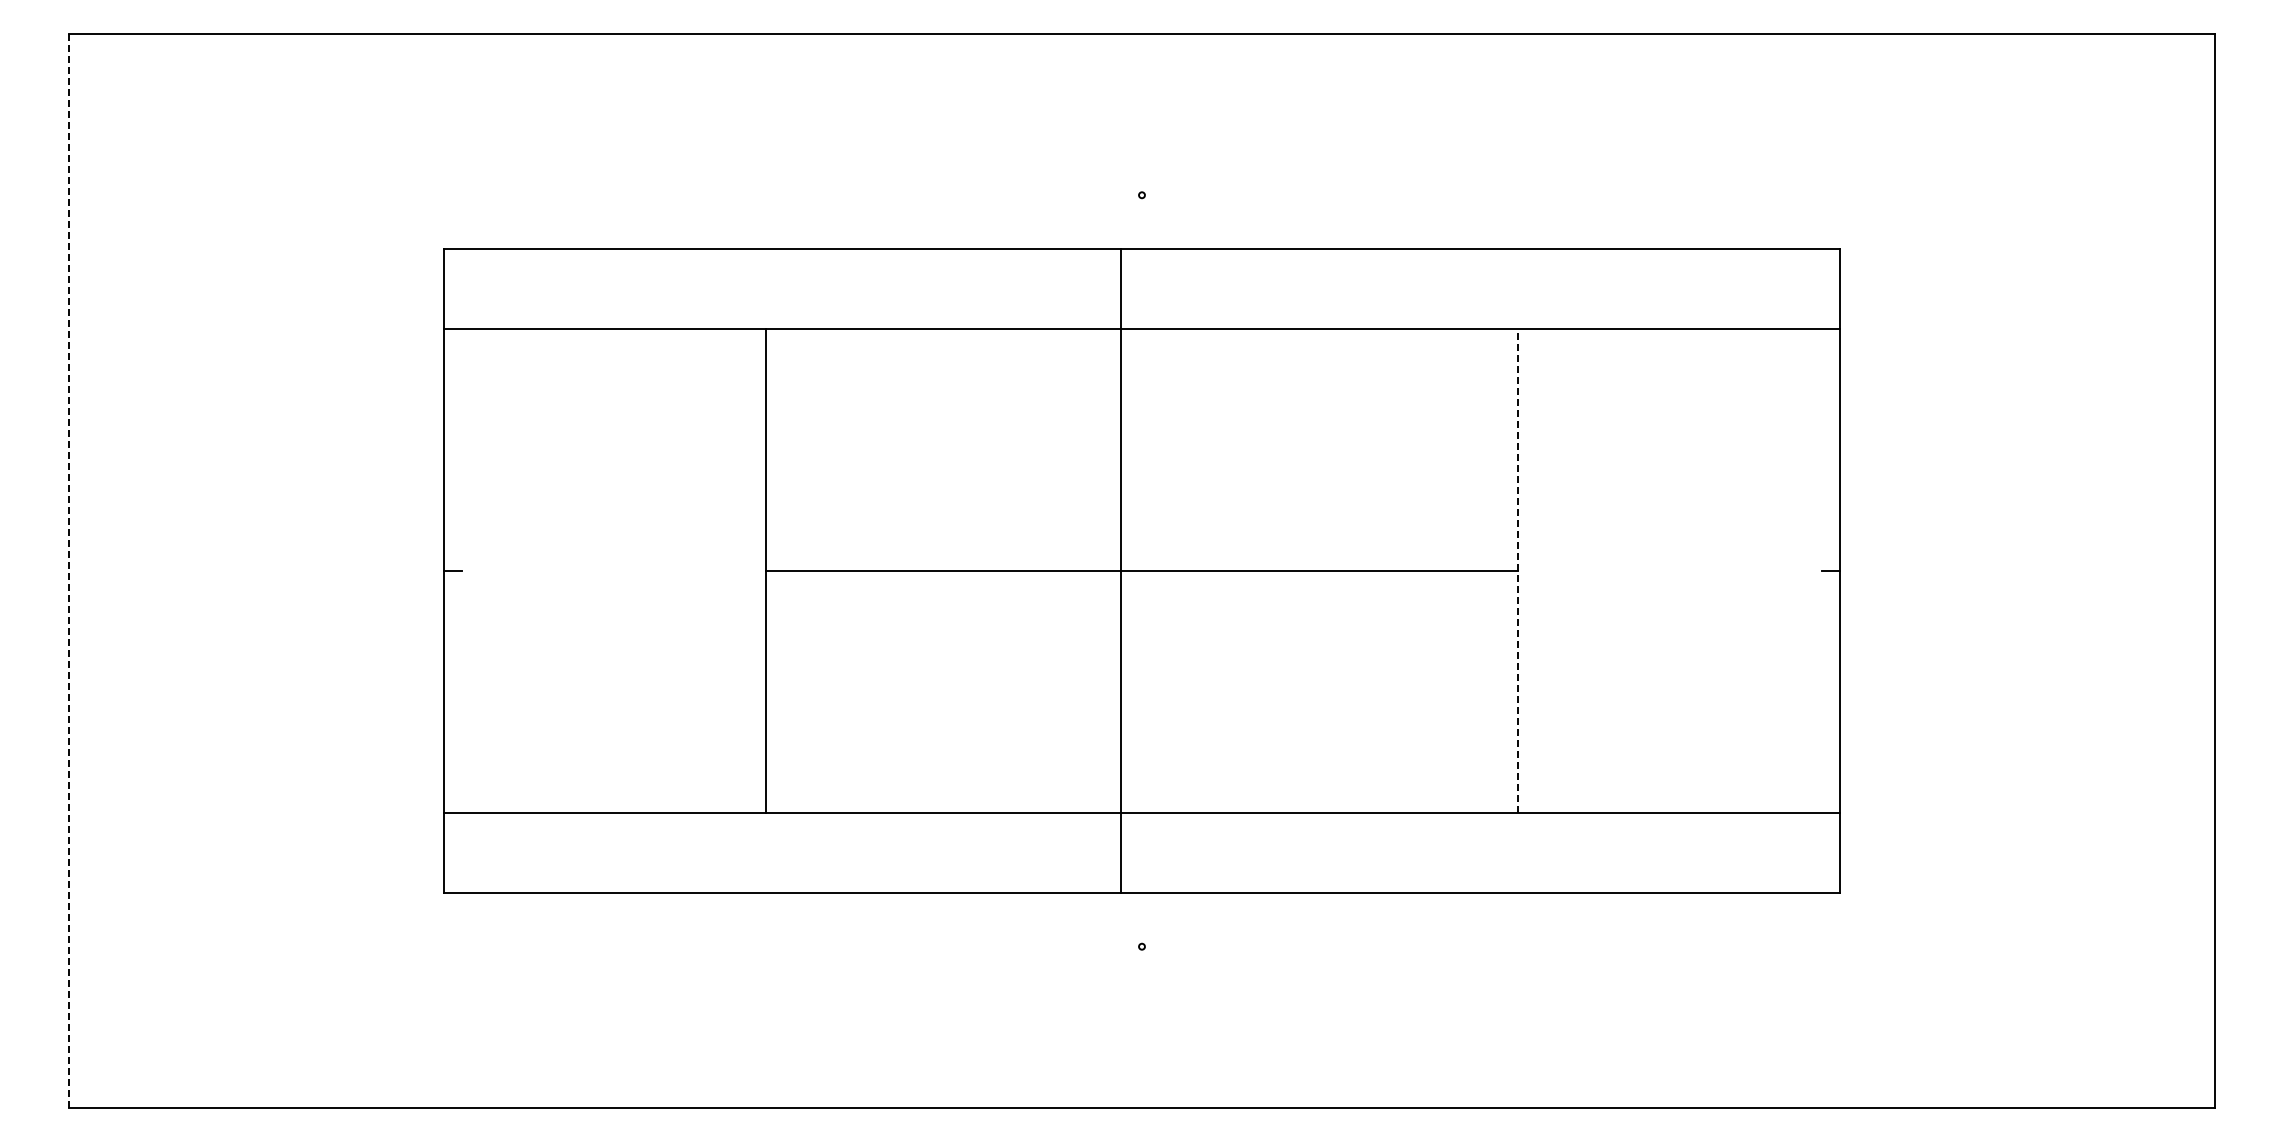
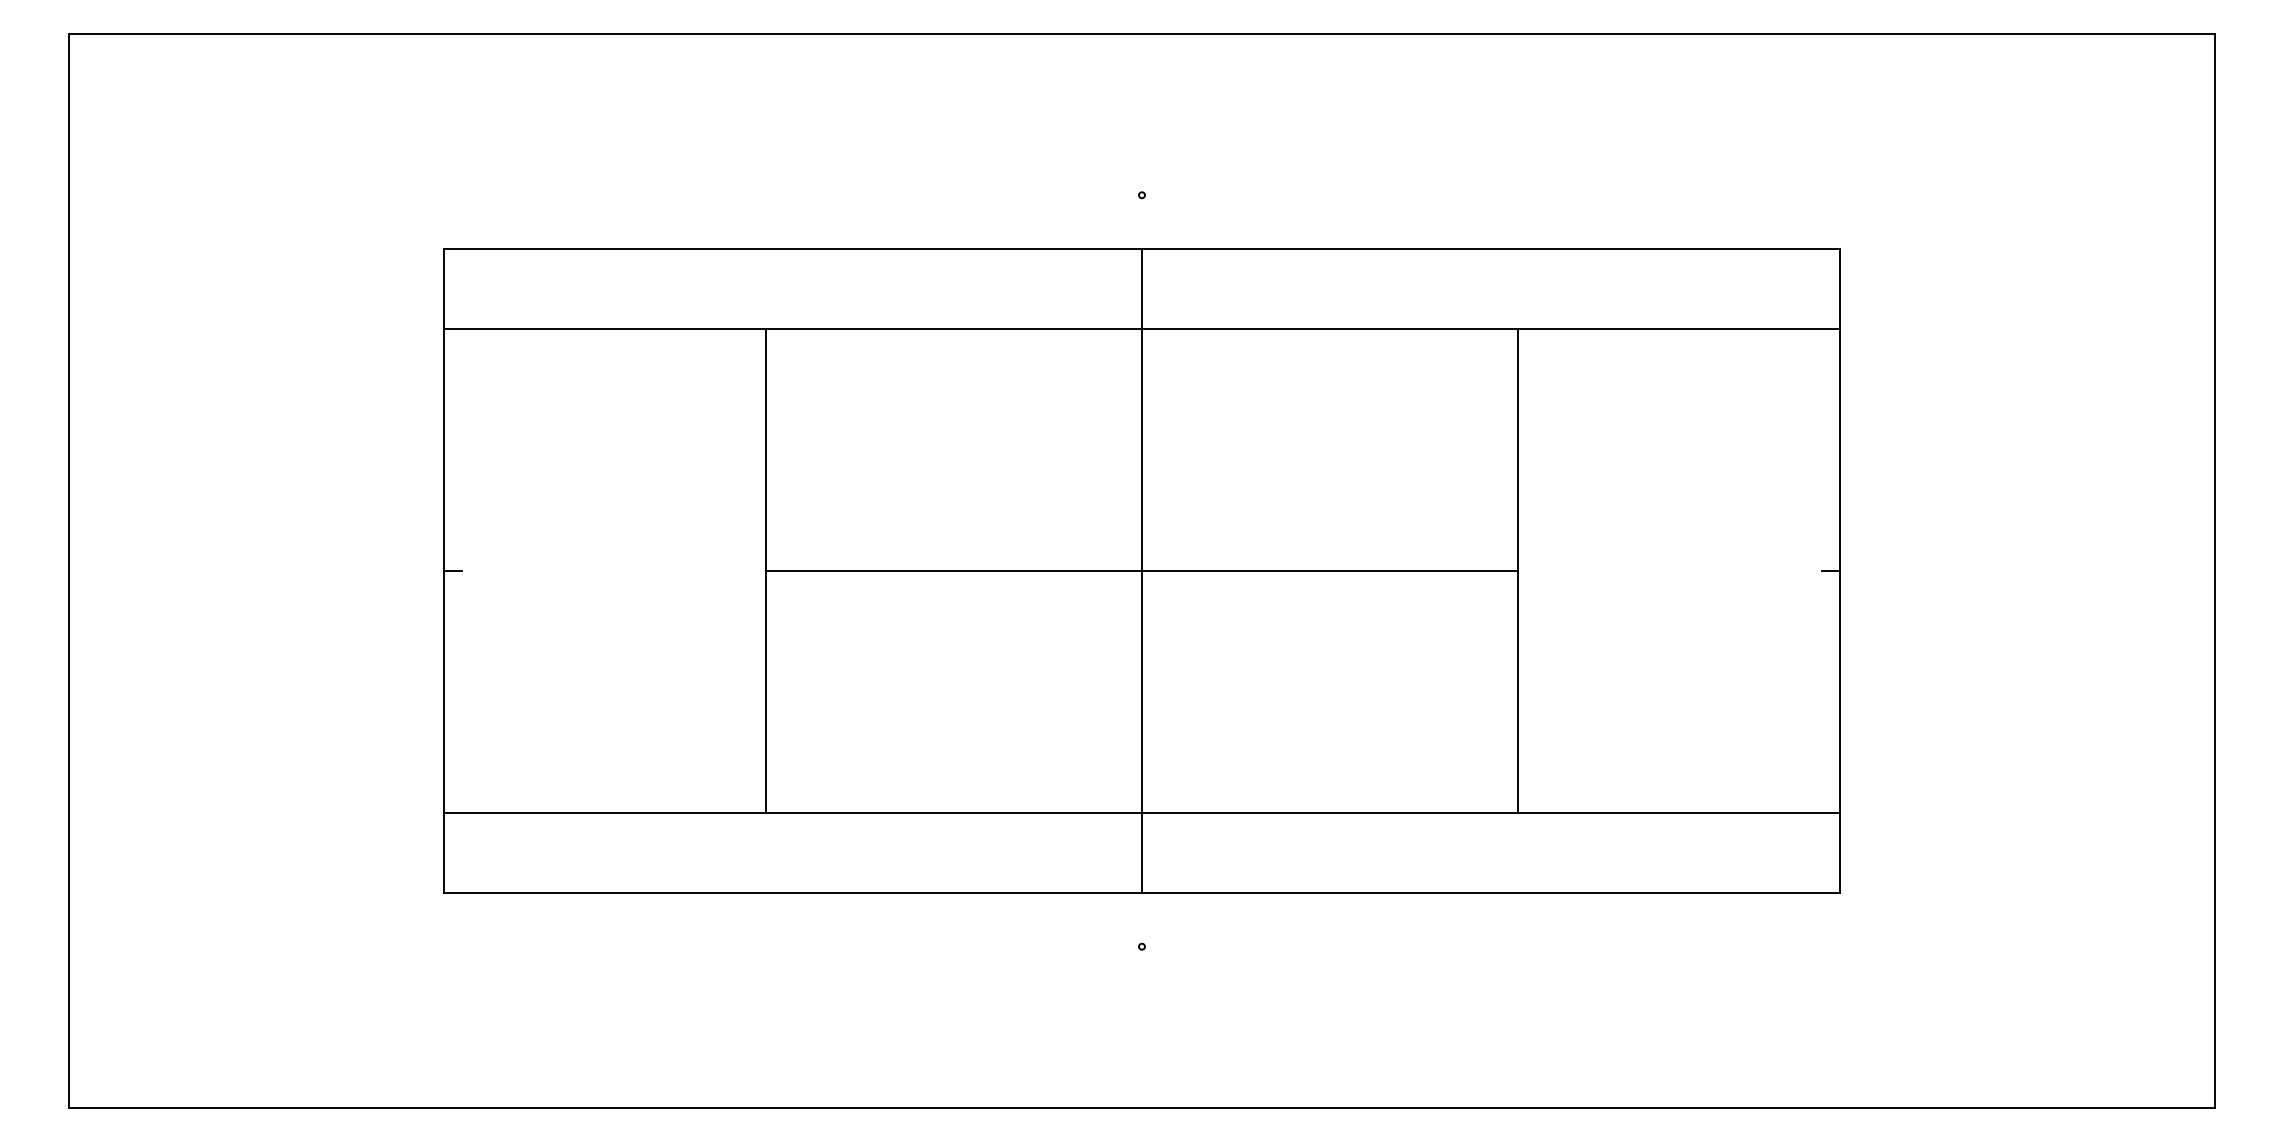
line at (68, 570): dashed -> solid
line at (1121, 570) position: (1121, 570) -> (1142, 570)
line at (1517, 570): dashed -> solid
